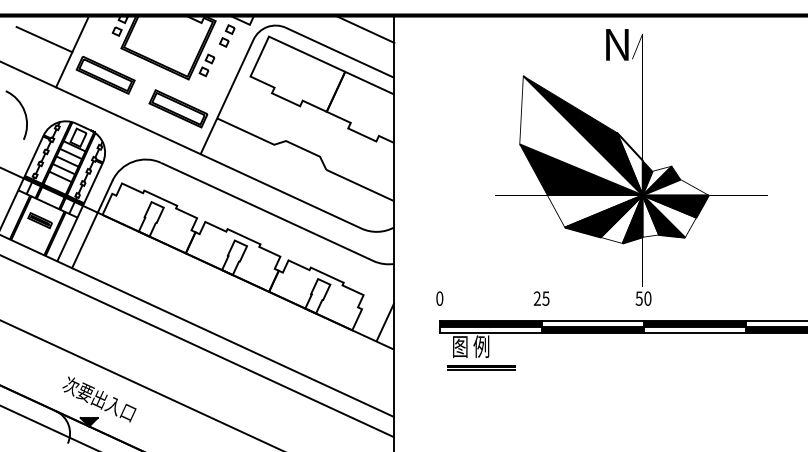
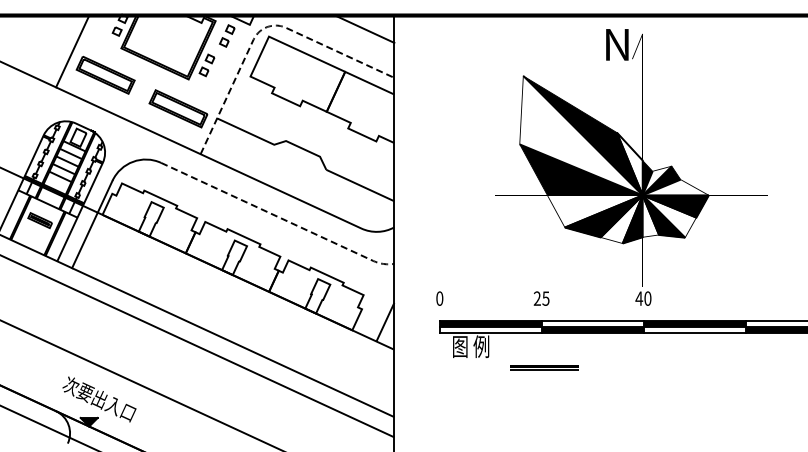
line at (264, 28): solid -> dashed
line at (44, 39): present -> none
arc at (23, 111): present -> none
line at (279, 217): solid -> dashed
text at (639, 298): 50 -> 40
part at (481, 367) position: (481, 367) -> (544, 367)
